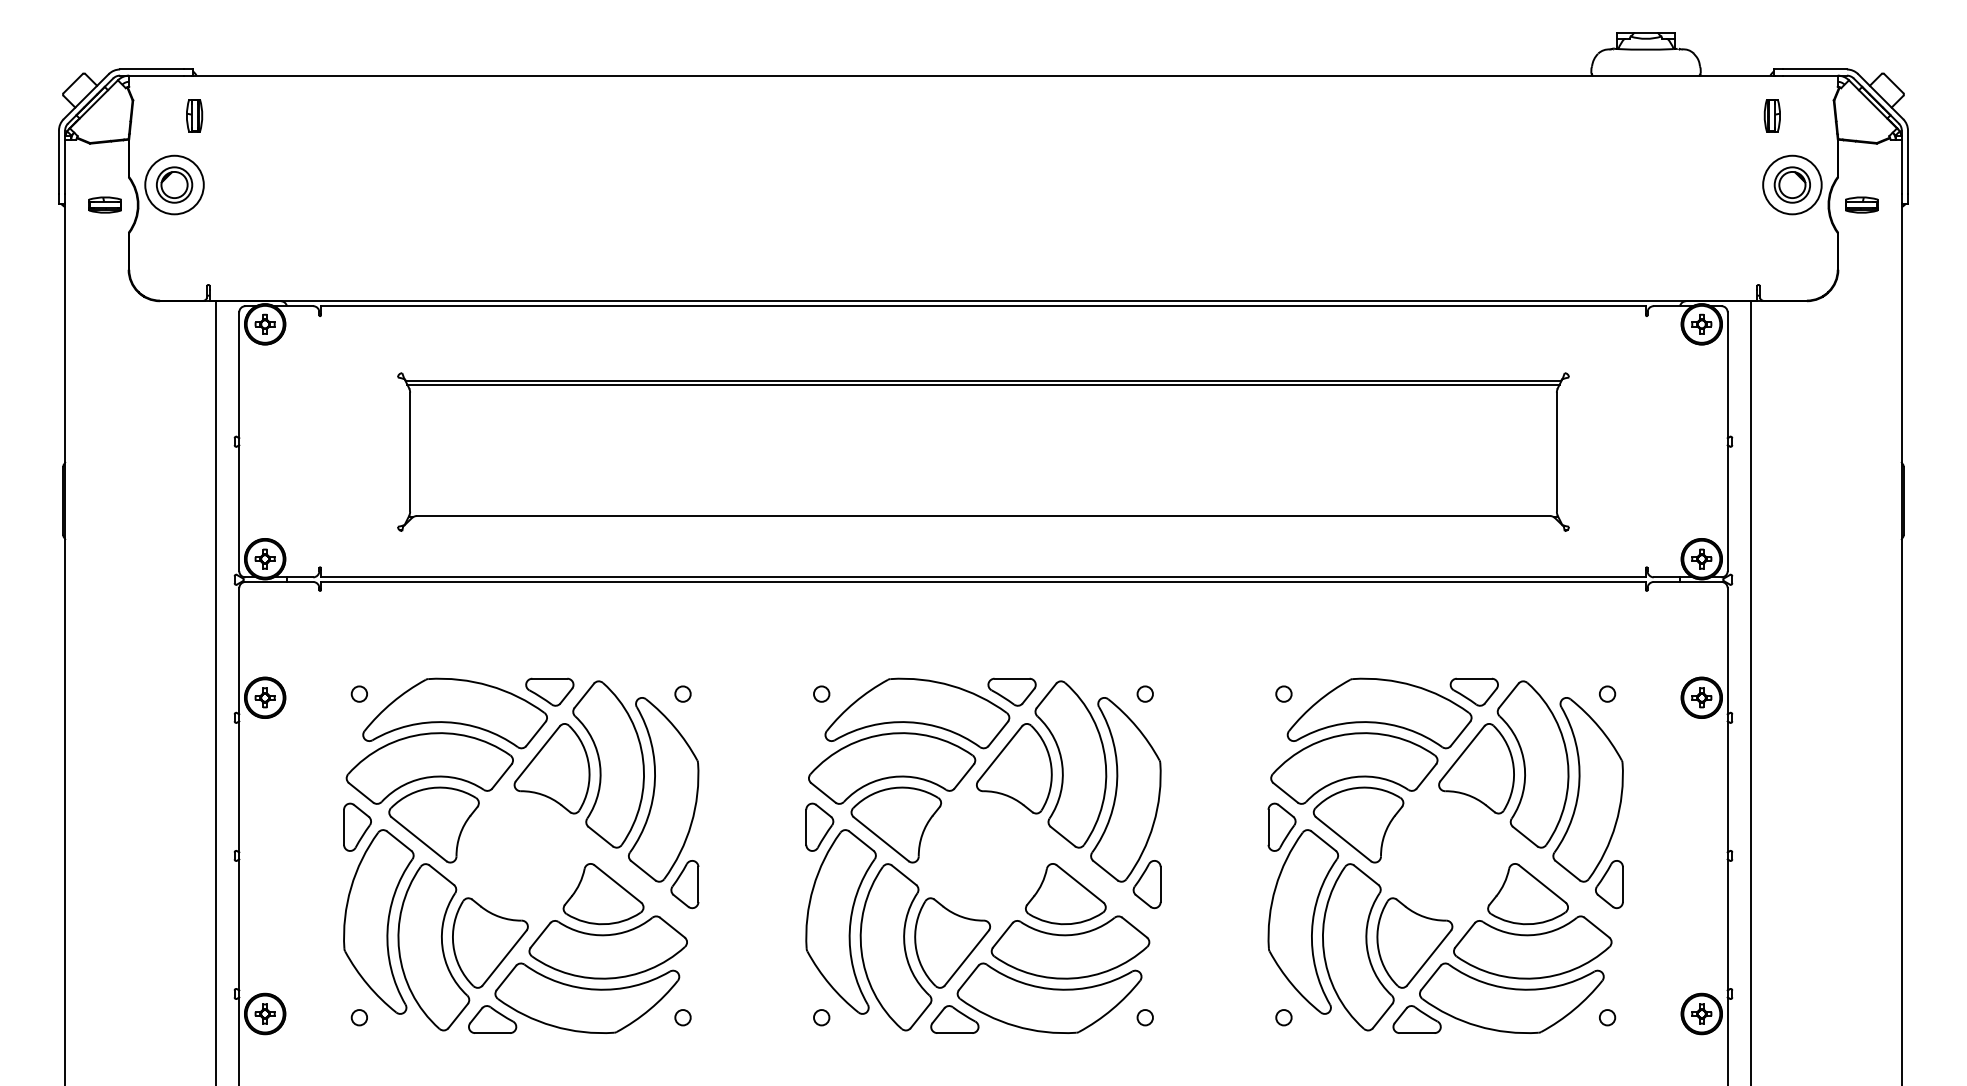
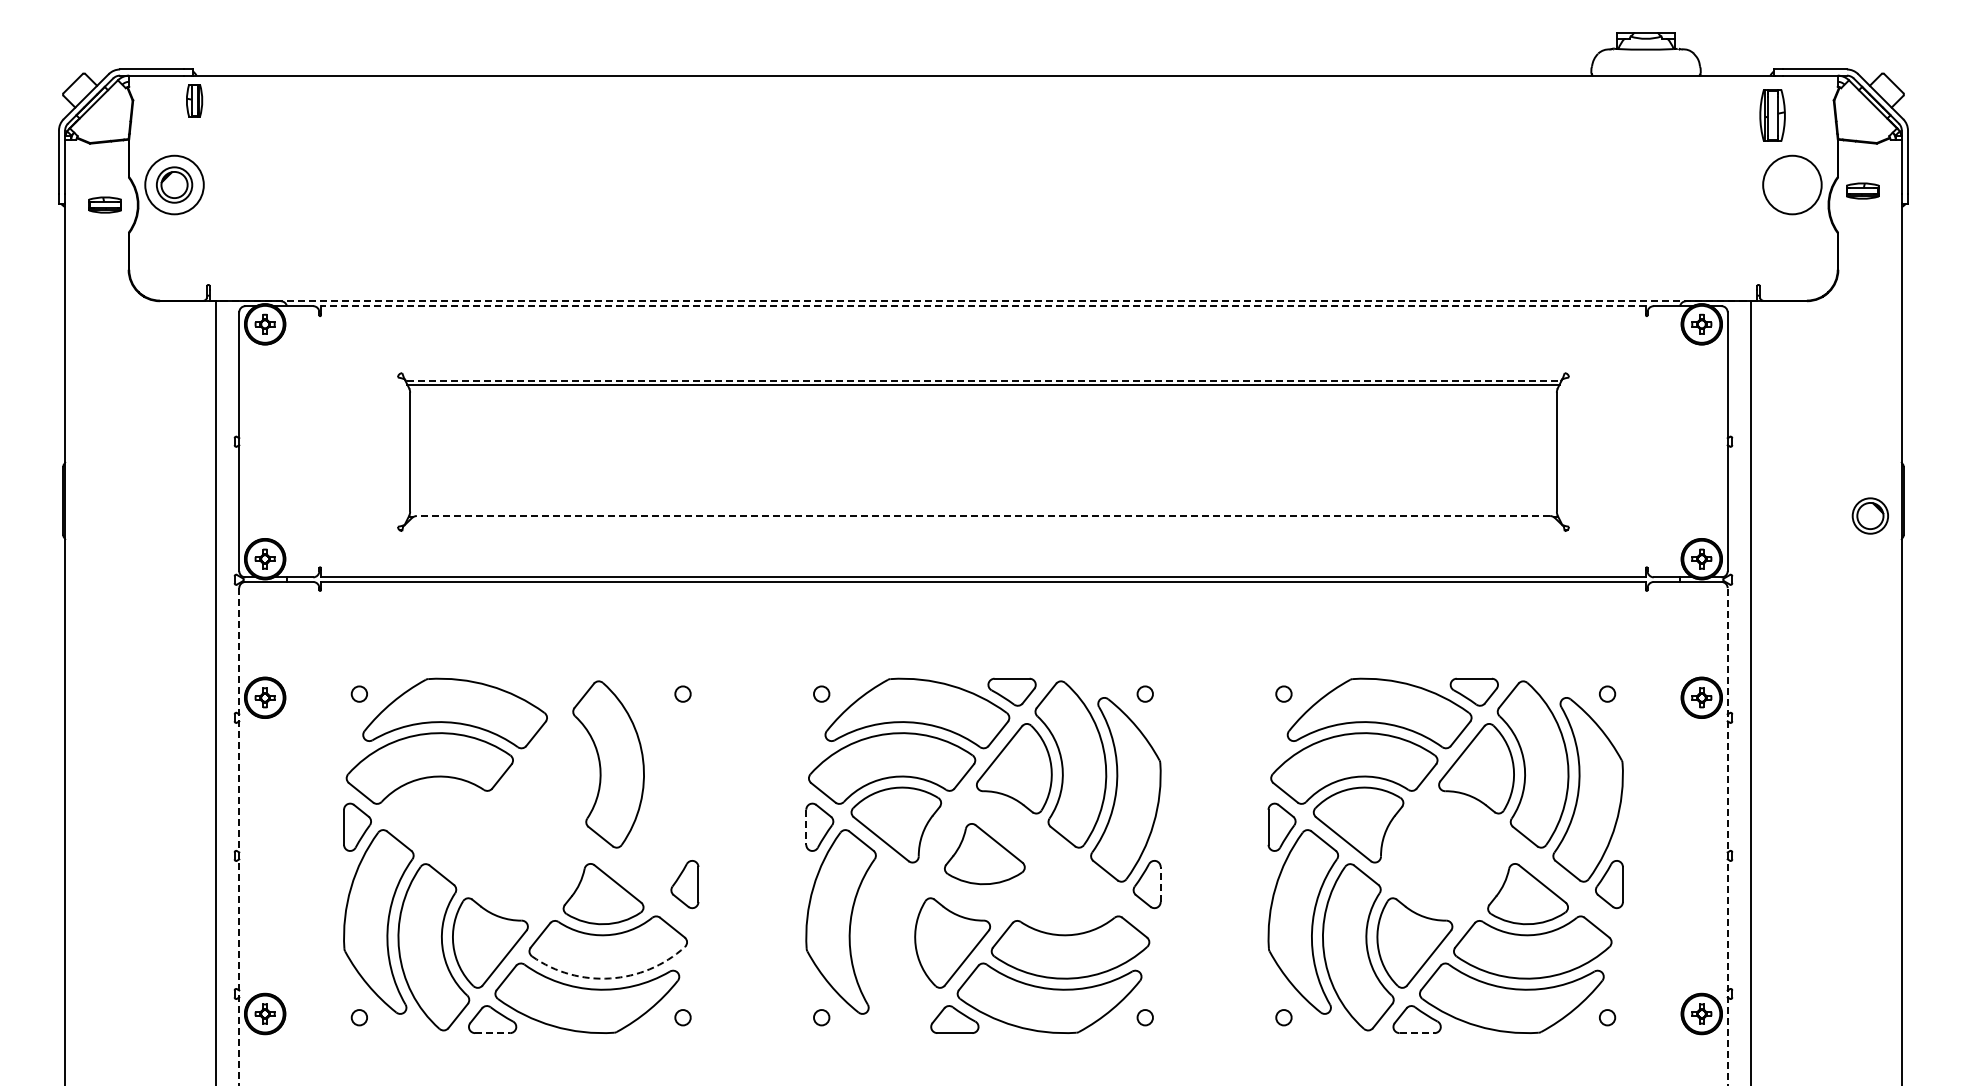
part at (194, 115) position: (194, 115) -> (194, 100)
part at (1771, 115) size: 18x34 px -> 27x53 px
part at (1791, 184) position: (1791, 184) -> (1869, 515)
part at (1861, 204) position: (1861, 204) -> (1862, 190)
line at (982, 300): solid -> dashed
line at (983, 306): solid -> dashed
line at (983, 380): solid -> dashed
line at (983, 516): solid -> dashed
part at (549, 691): present -> none
part at (551, 768): present -> none
part at (663, 789): present -> none
part at (433, 824): present -> none
line at (806, 827): solid -> dashed
line at (239, 836): solid -> dashed
line at (1727, 836): solid -> dashed
line at (1160, 884): solid -> dashed
part at (1065, 894) position: (1065, 894) -> (984, 854)
part at (895, 947): present -> none
arc at (610, 978): solid -> dashed
line at (492, 1033): solid -> dashed
line at (1417, 1033): solid -> dashed
